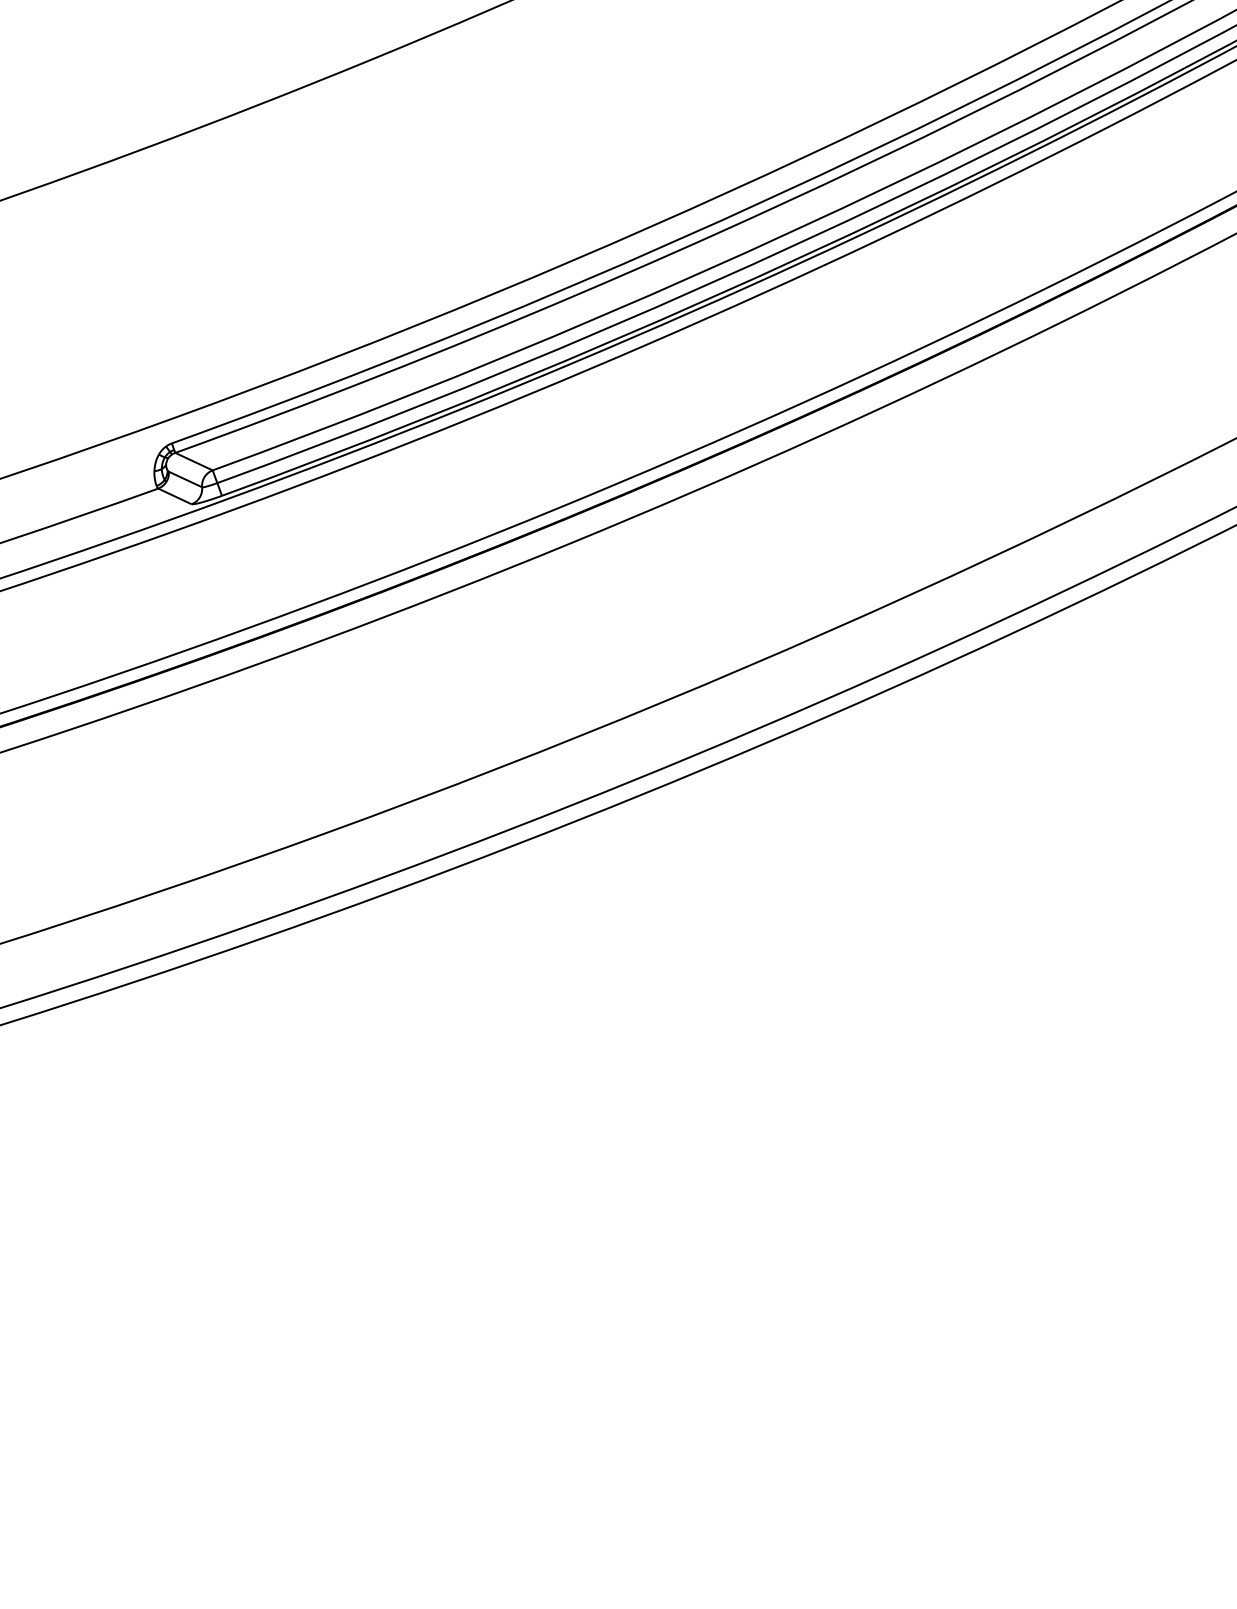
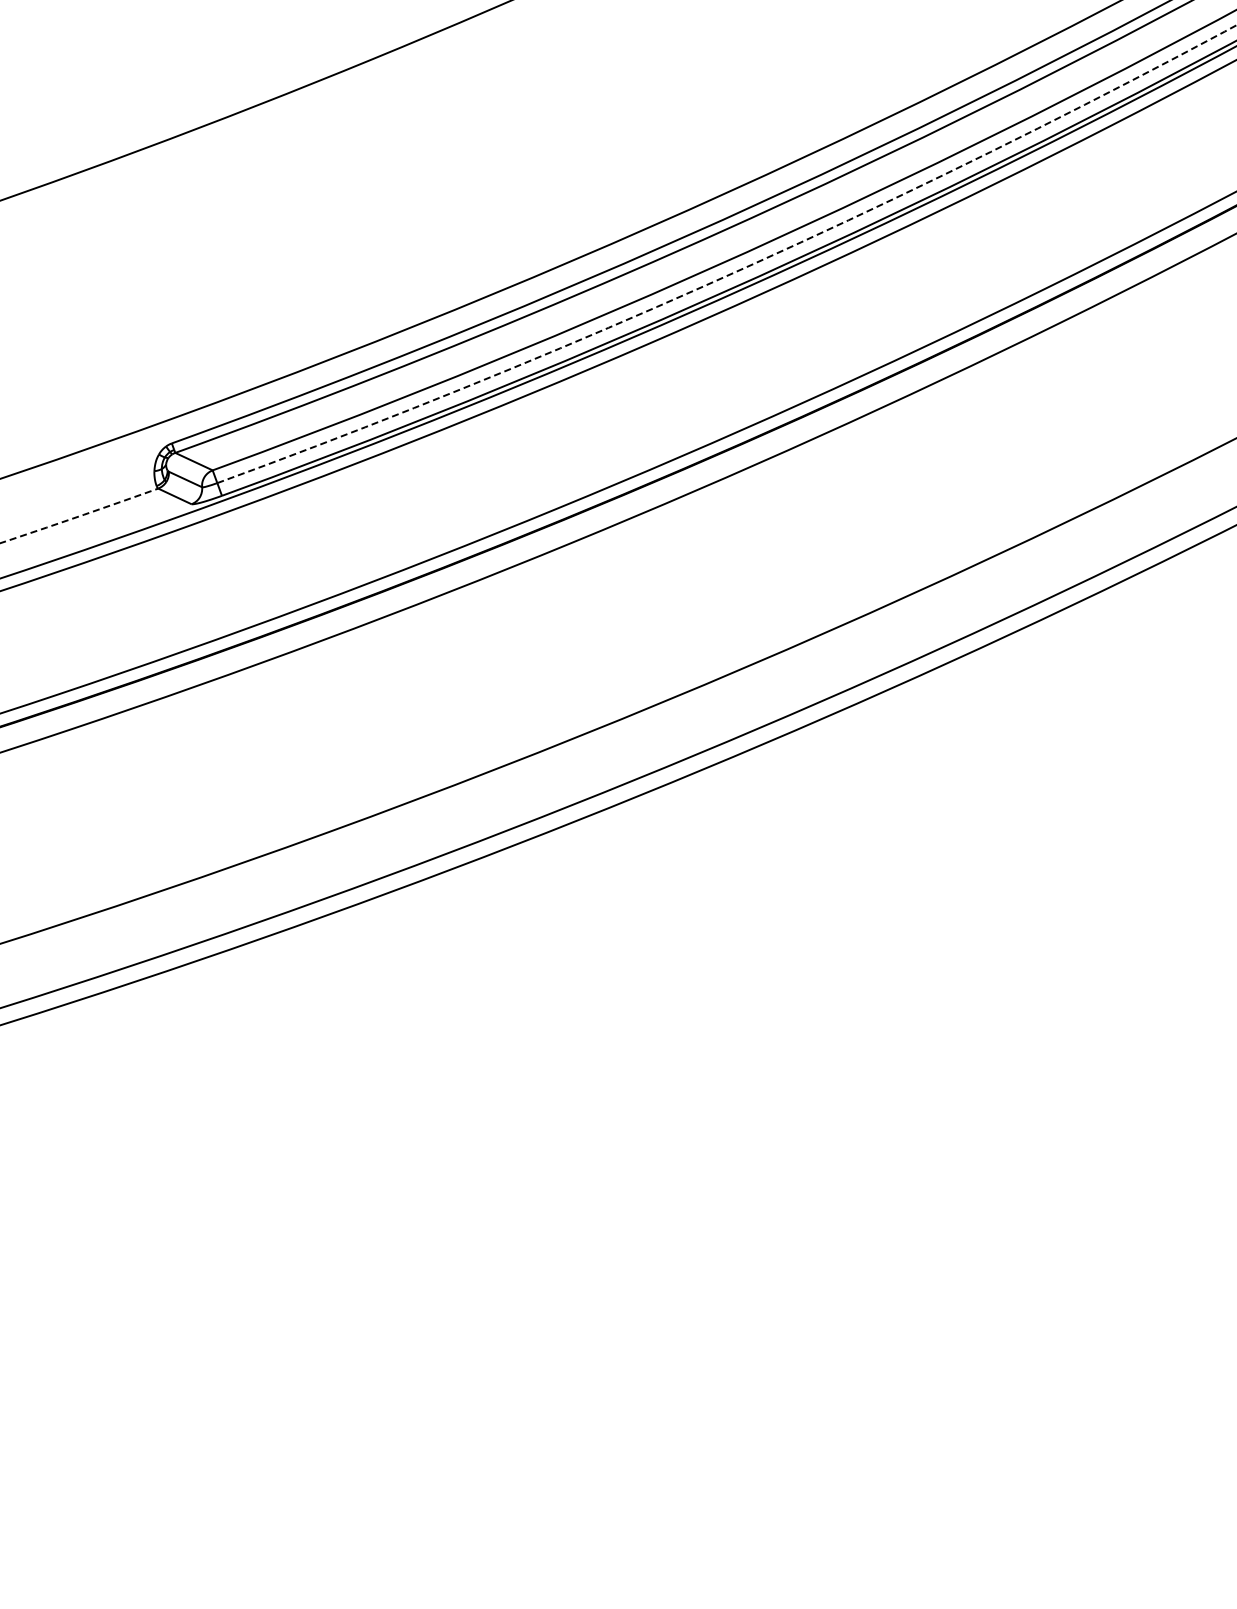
arc at (735, 271): solid -> dashed
arc at (79, 516): solid -> dashed
